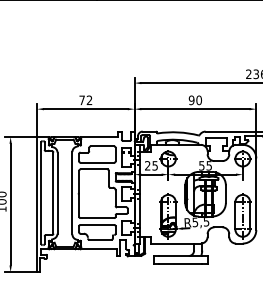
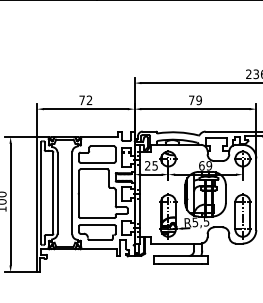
text at (194, 100): 90 -> 79
text at (205, 165): 55 -> 69
